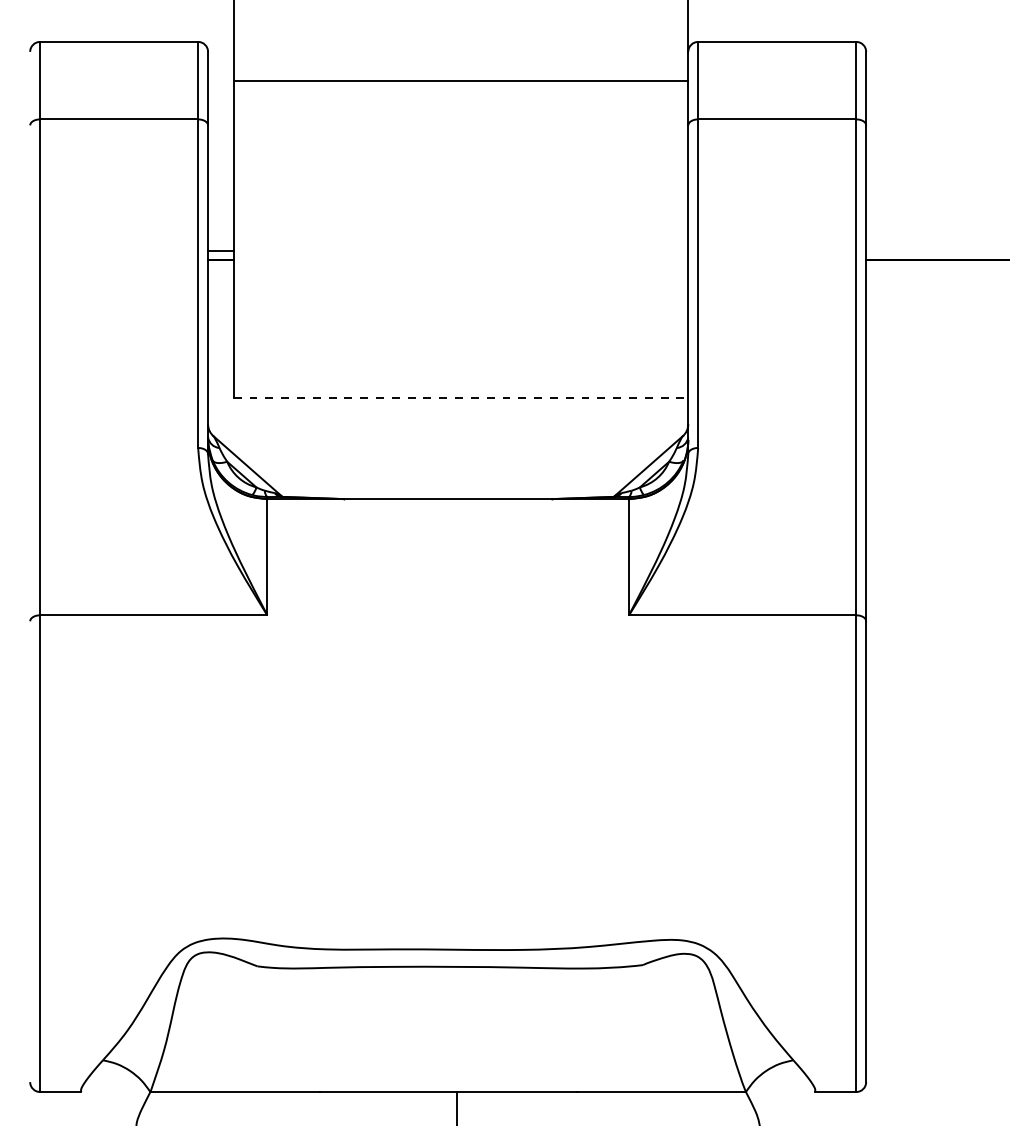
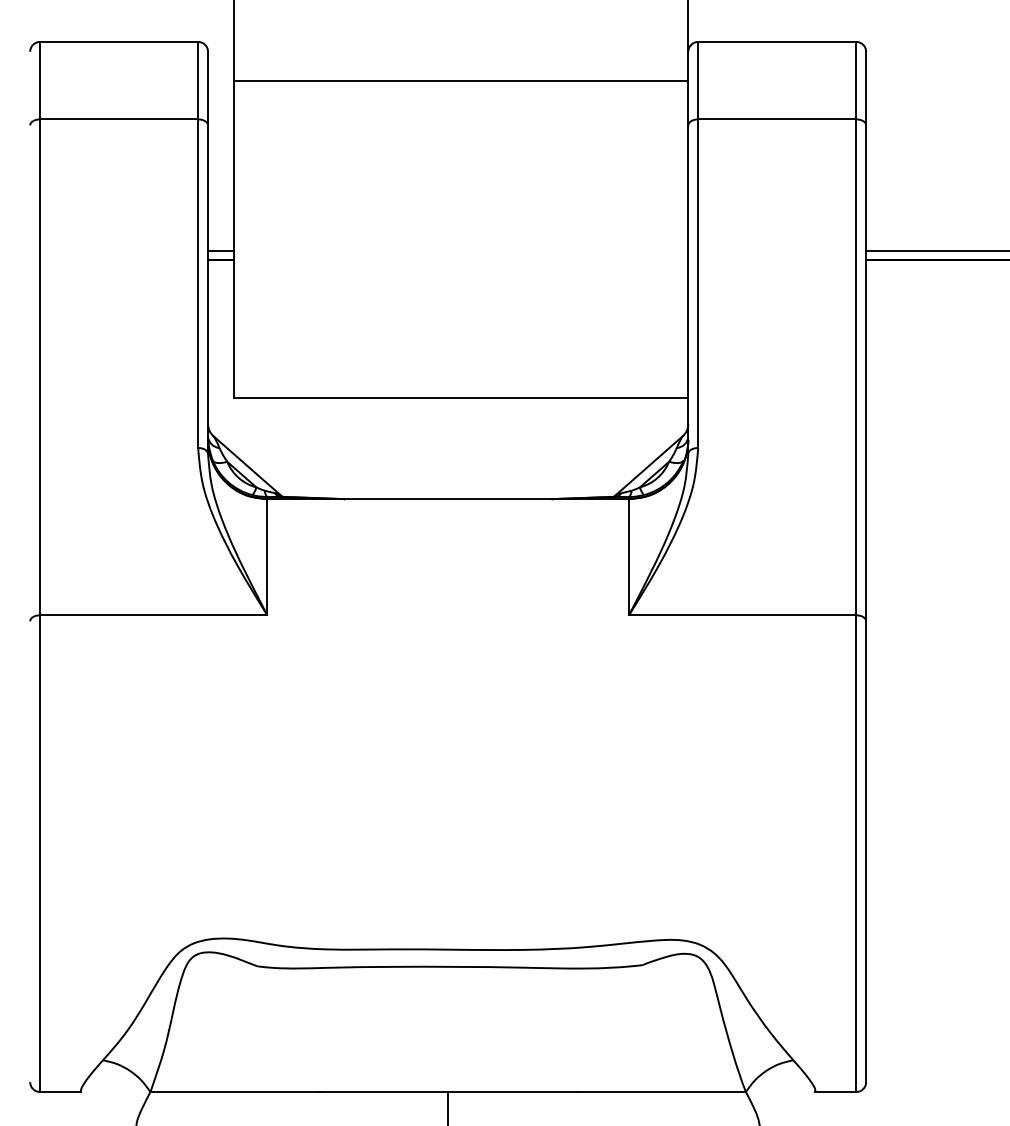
line at (936, 250): none -> present
line at (461, 397): dashed -> solid
line at (457, 1107) position: (457, 1107) -> (448, 1107)
